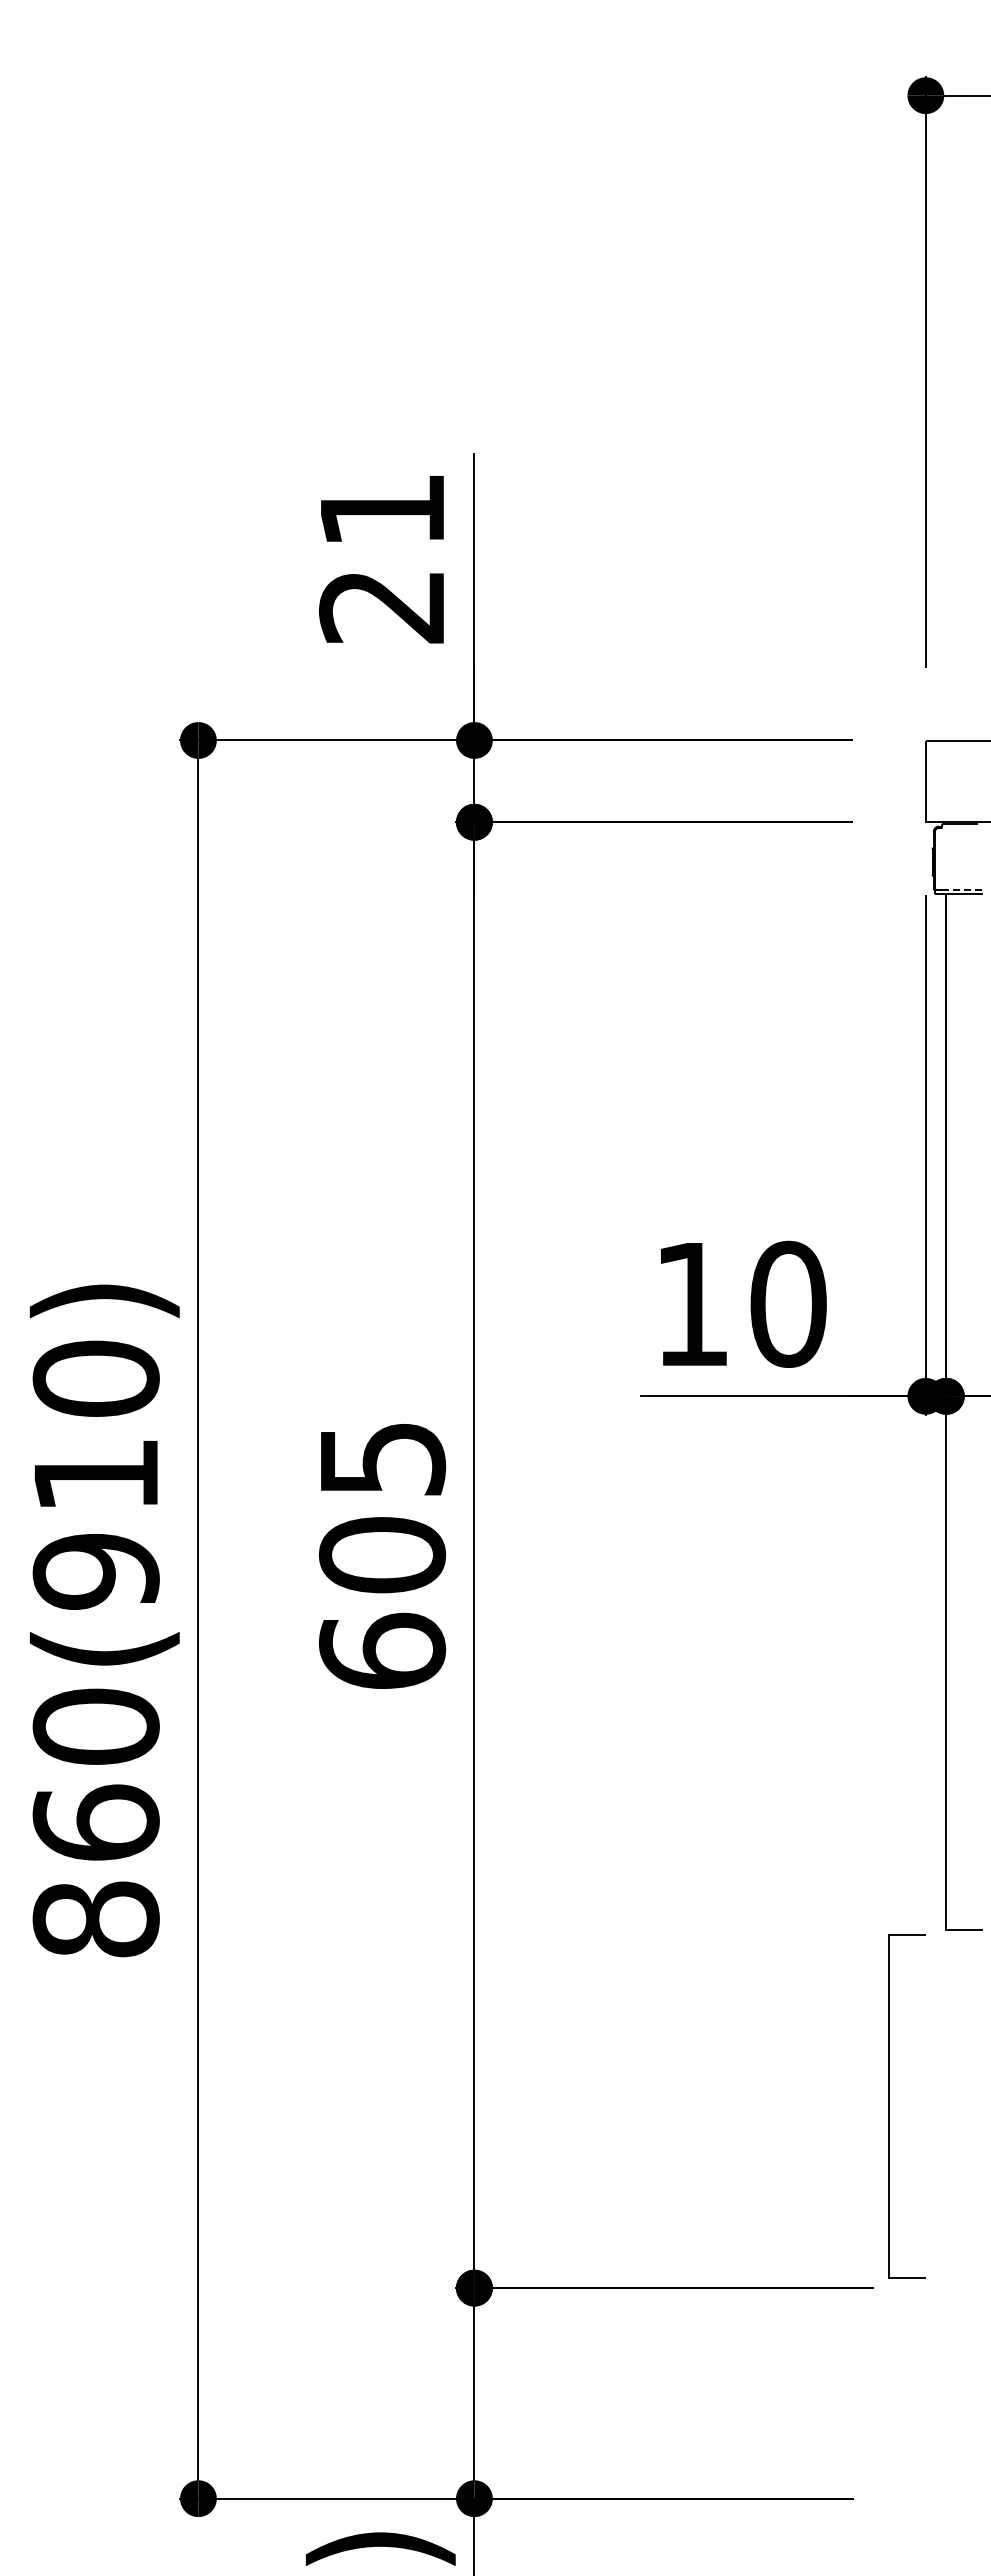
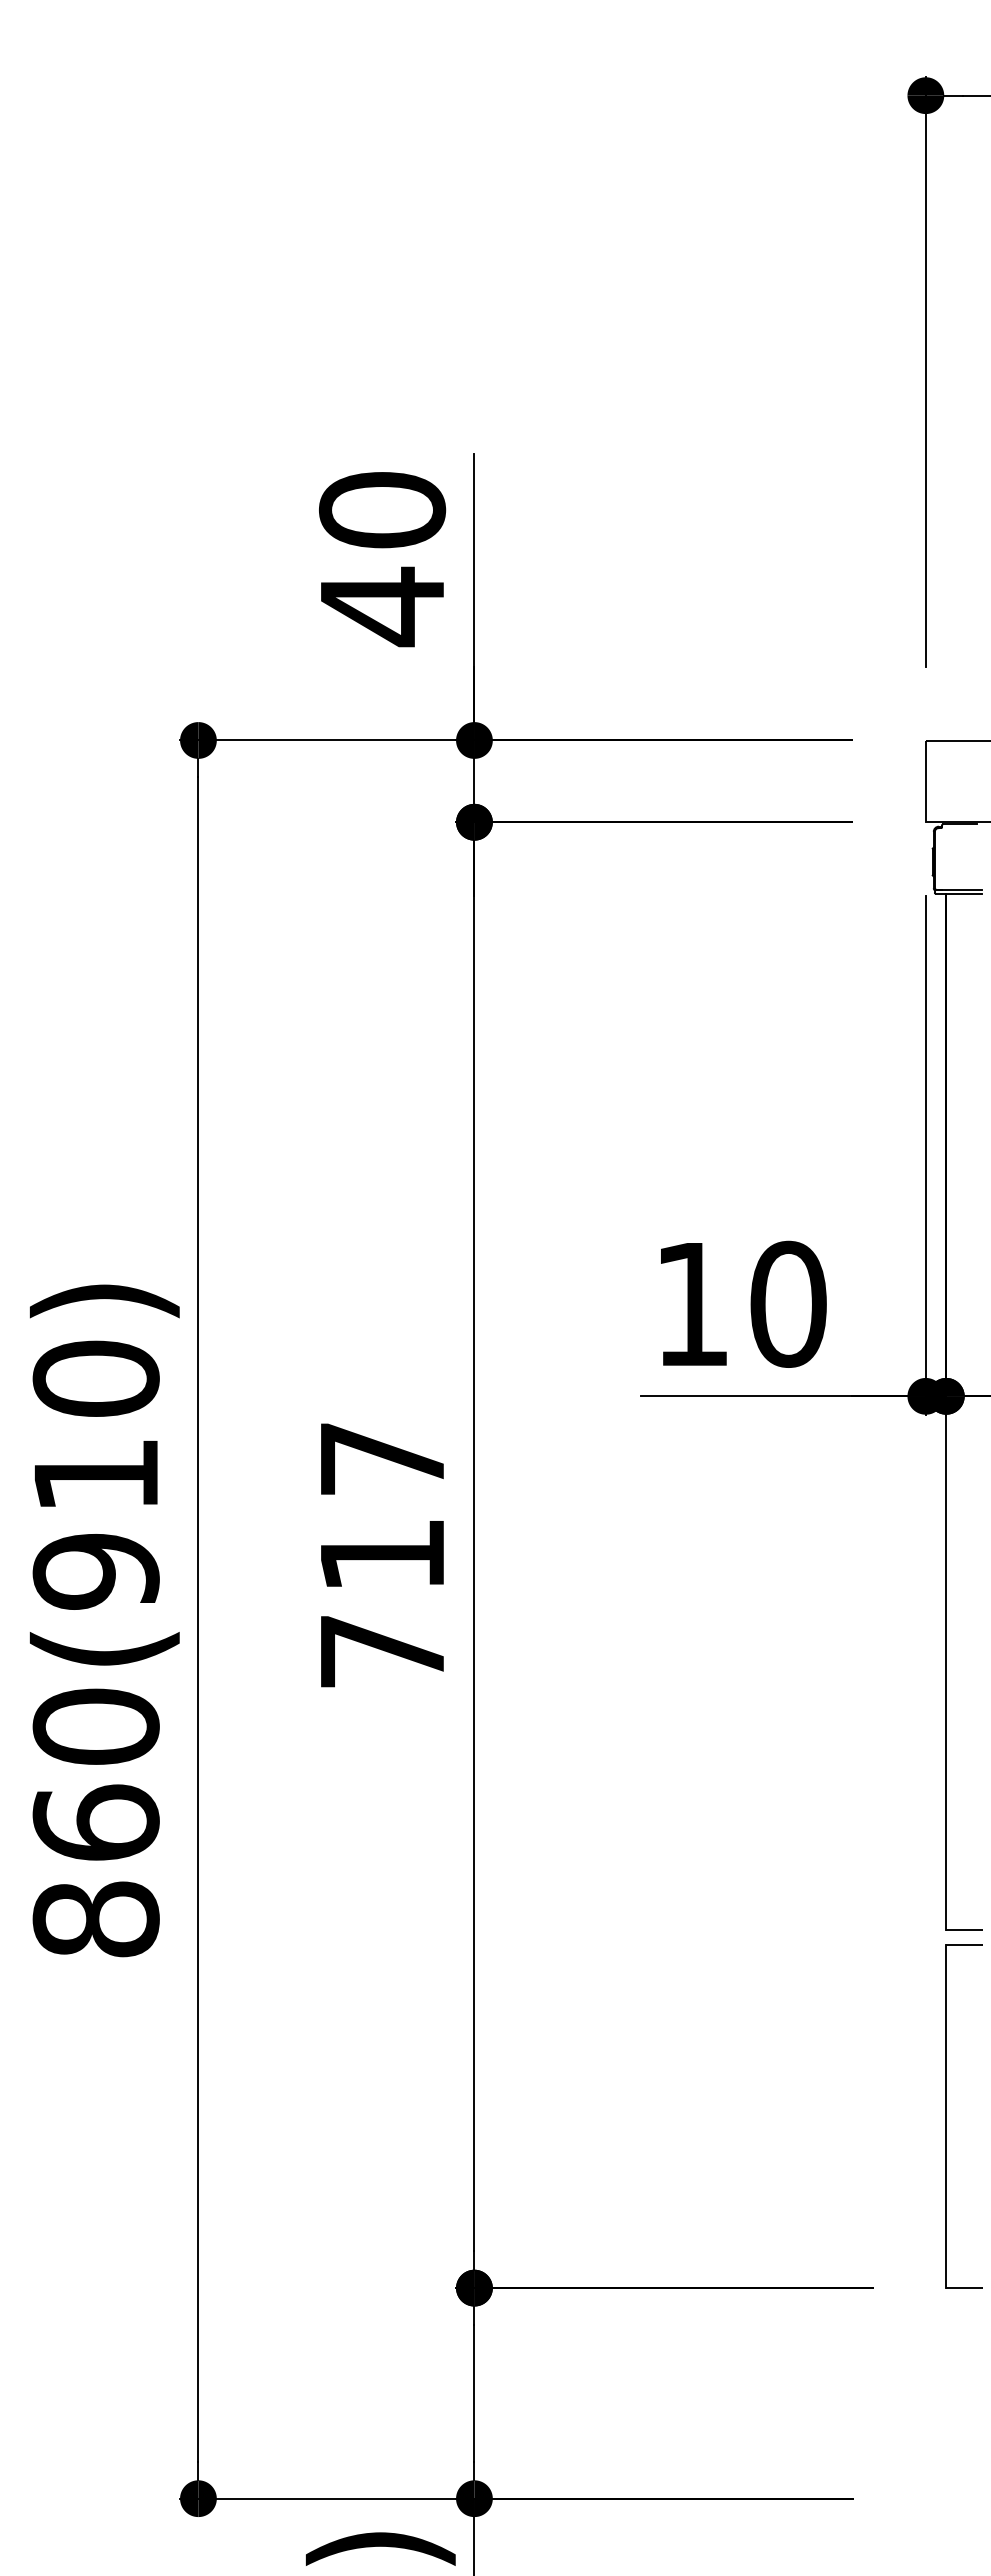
text at (382, 559): 21 -> 40
line at (961, 889): dashed -> solid
text at (382, 1555): 605 -> 717
part at (889, 2106) position: (889, 2106) -> (946, 2116)
